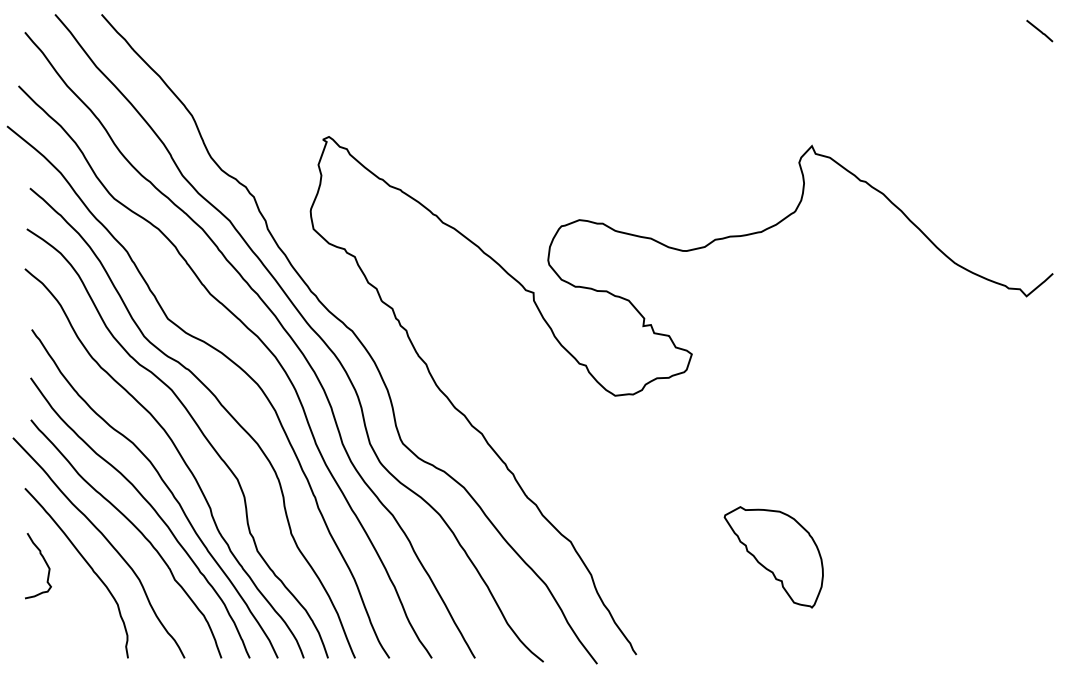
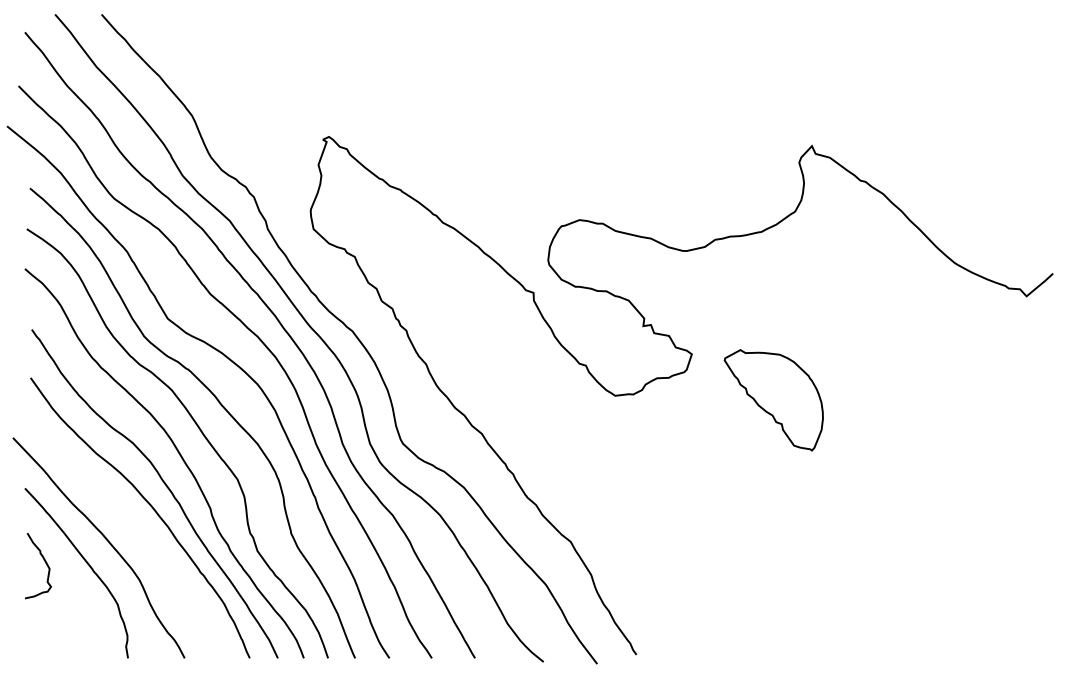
line at (1039, 30): present -> none
curve at (135, 528): present -> none
part at (773, 557) position: (773, 557) -> (773, 400)
